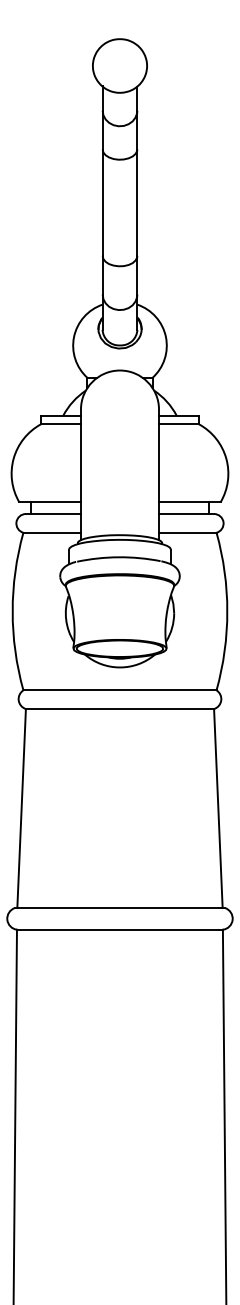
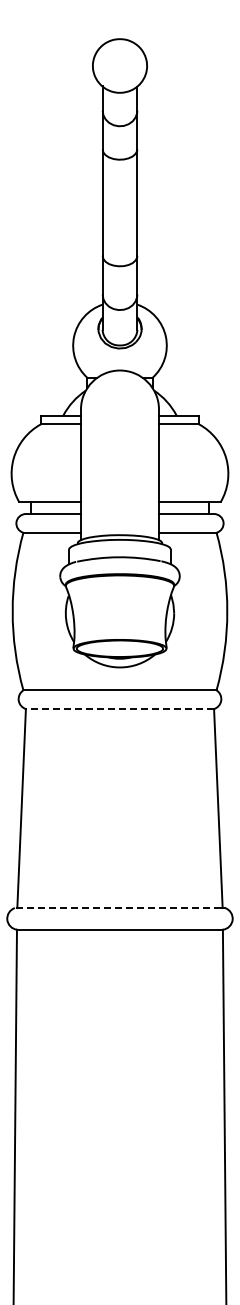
line at (119, 709): solid -> dashed
line at (117, 908): solid -> dashed
